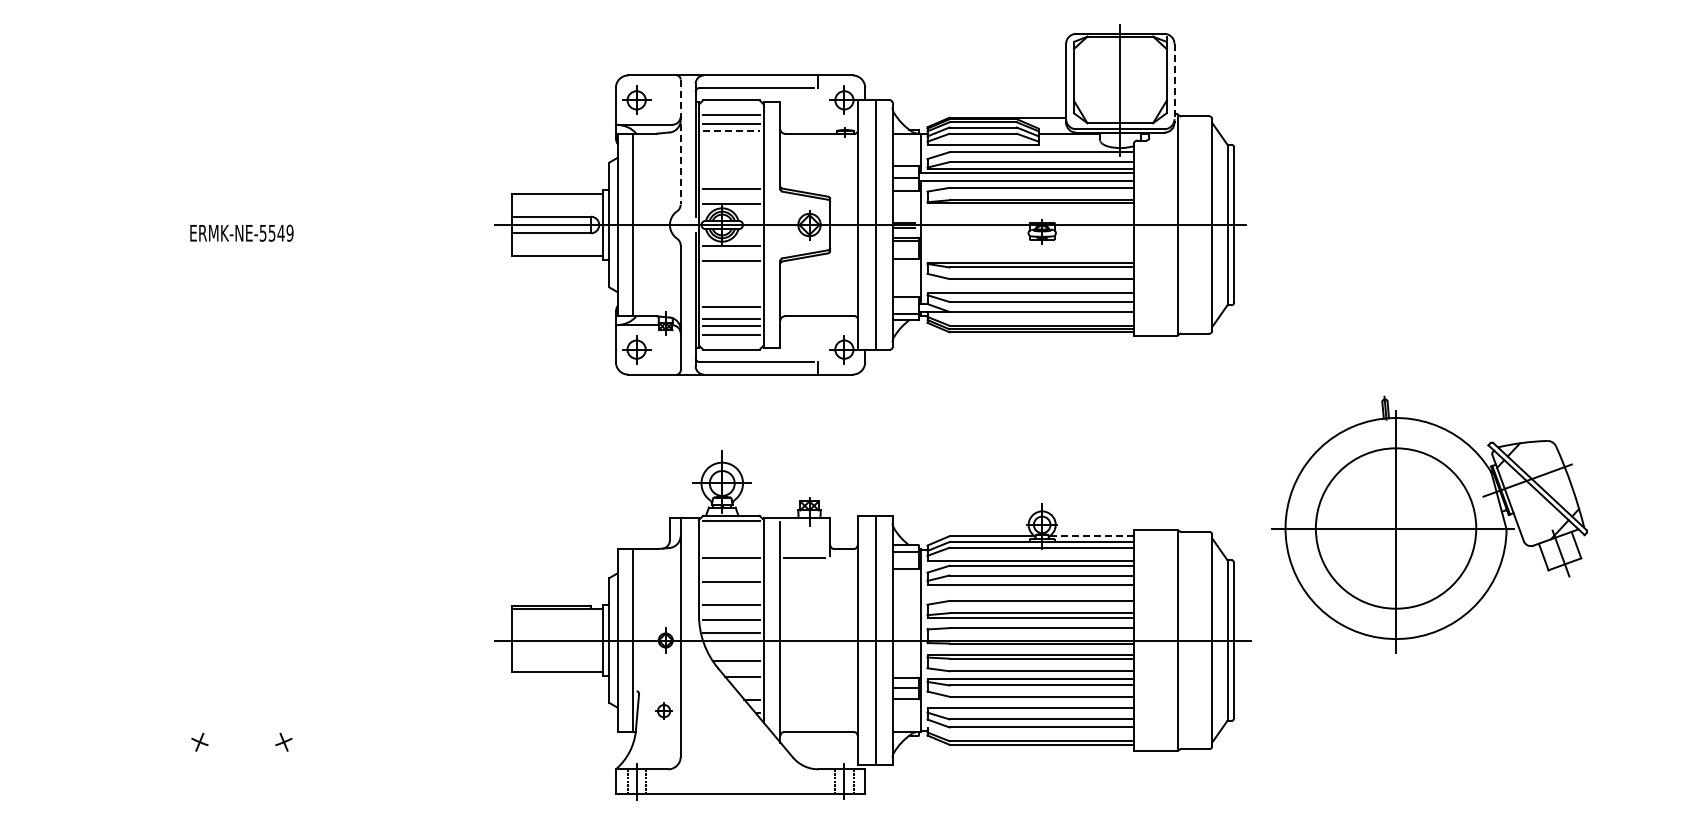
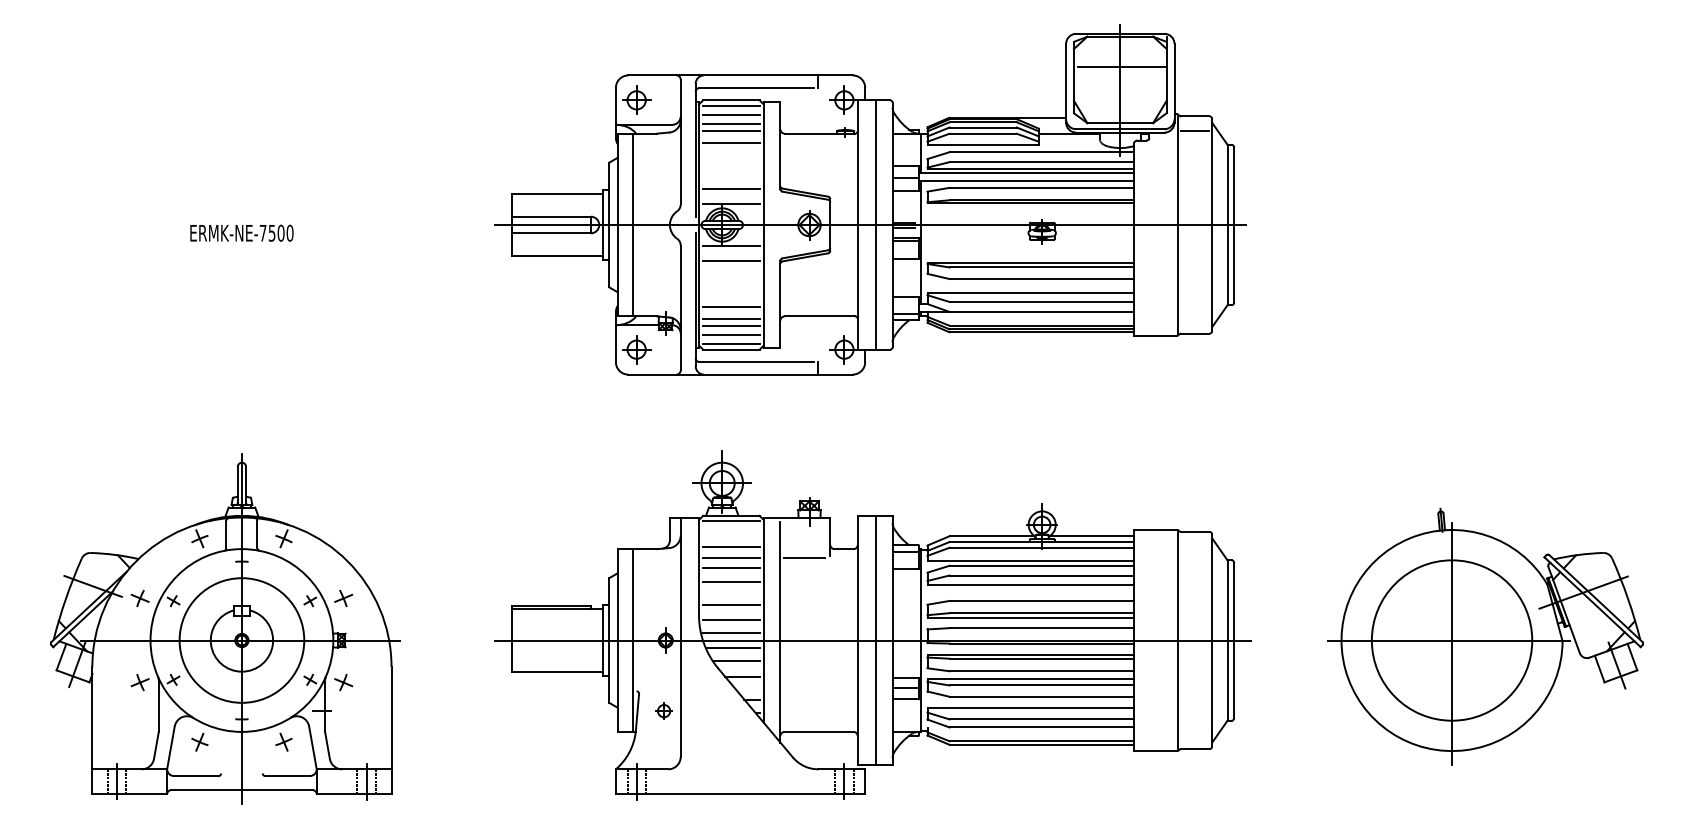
line at (1120, 67): none -> present
line at (1174, 83): dashed -> solid
line at (731, 105): none -> present
line at (731, 131): dashed -> solid
line at (1194, 131): none -> present
line at (680, 142): dashed -> solid
line at (731, 142): none -> present
text at (276, 232): ERMK-NE-5549 -> ERMK-NE-7500
line at (731, 344): none -> present
part at (1429, 524) position: (1429, 524) -> (1485, 636)
line at (1091, 536): dashed -> solid
line at (731, 546): none -> present
line at (731, 567): none -> present
part at (225, 628): none -> present
line at (732, 648): none -> present
